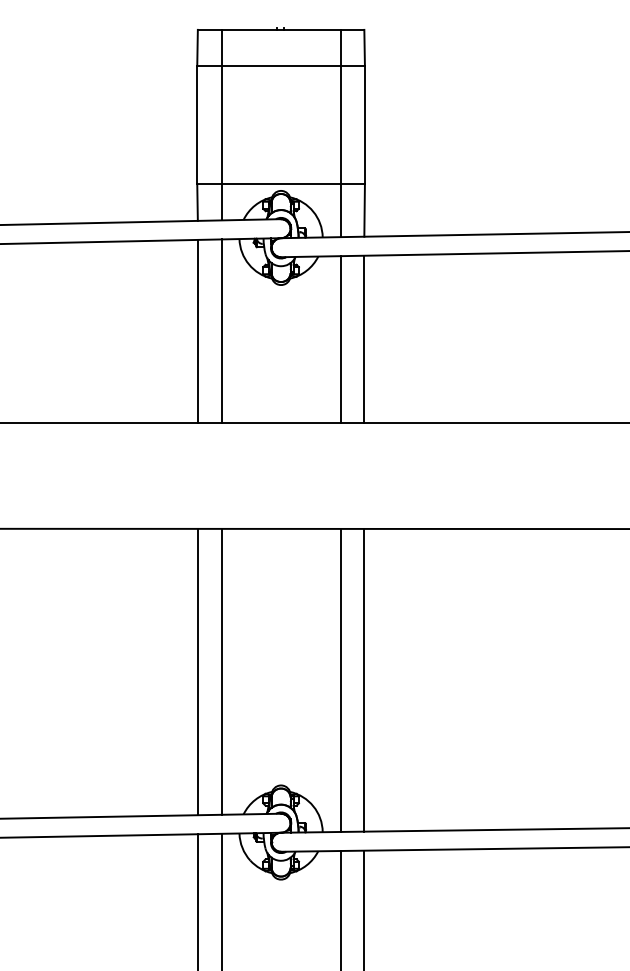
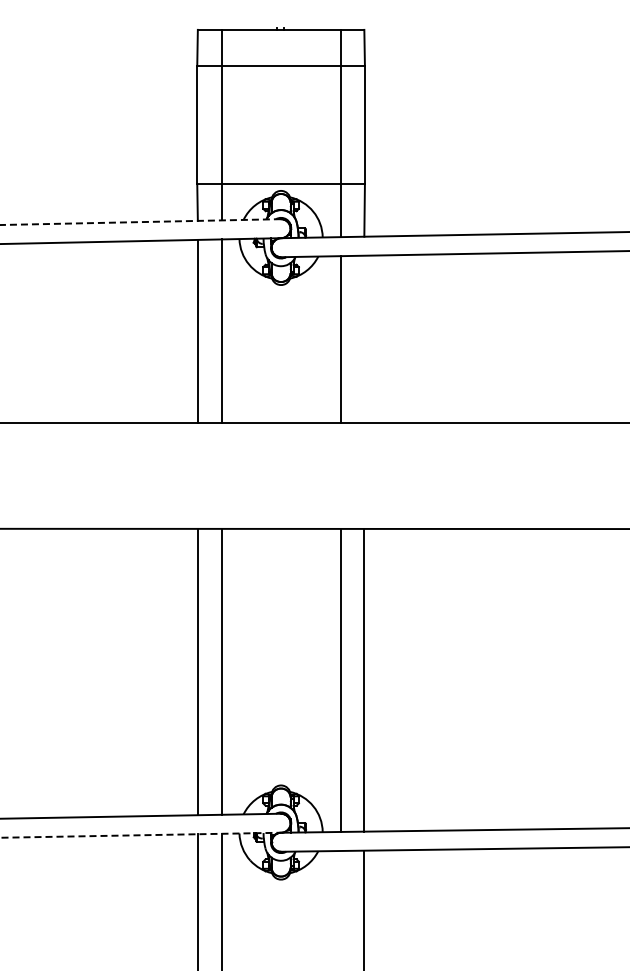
line at (140, 222): solid -> dashed
line at (364, 338): present -> none
line at (141, 835): solid -> dashed
line at (340, 909): present -> none
